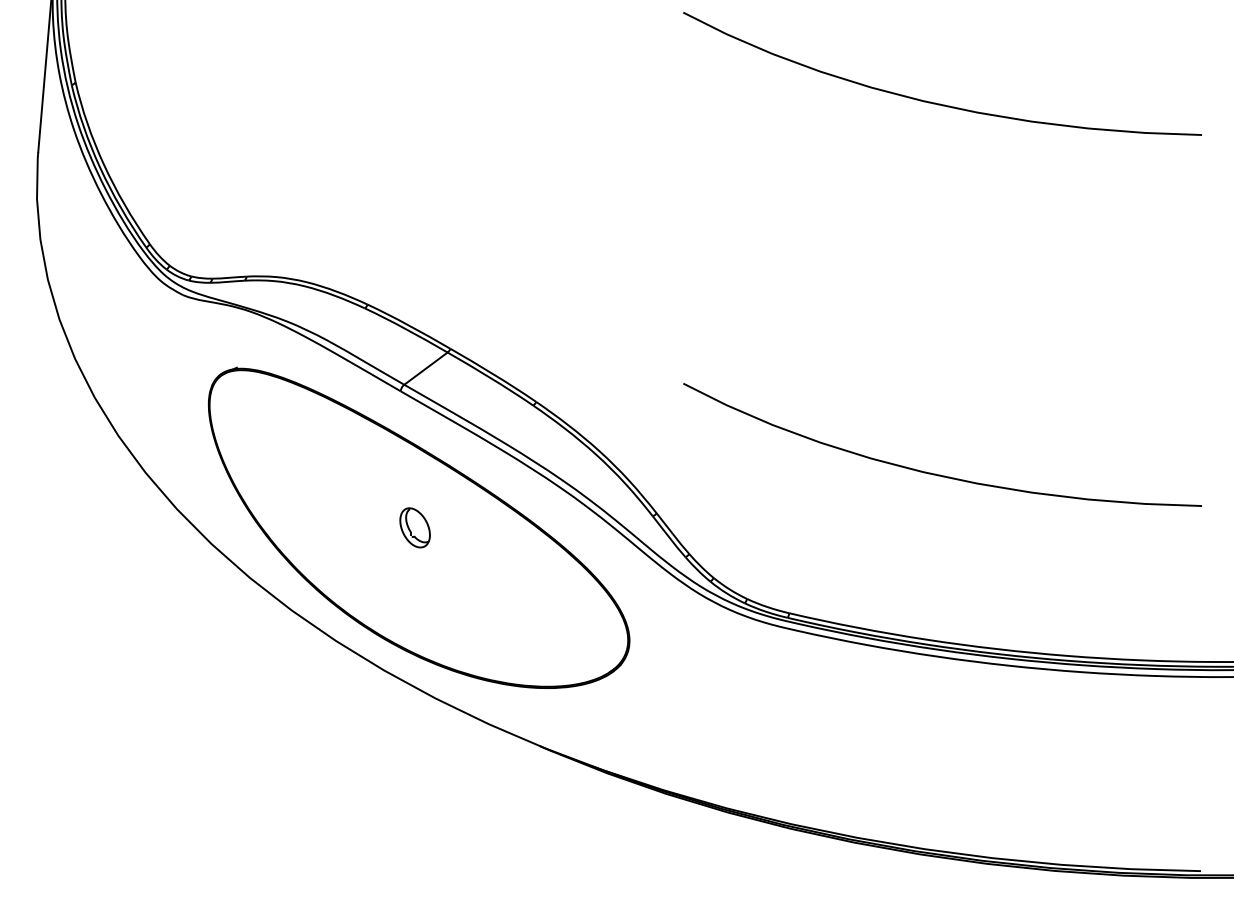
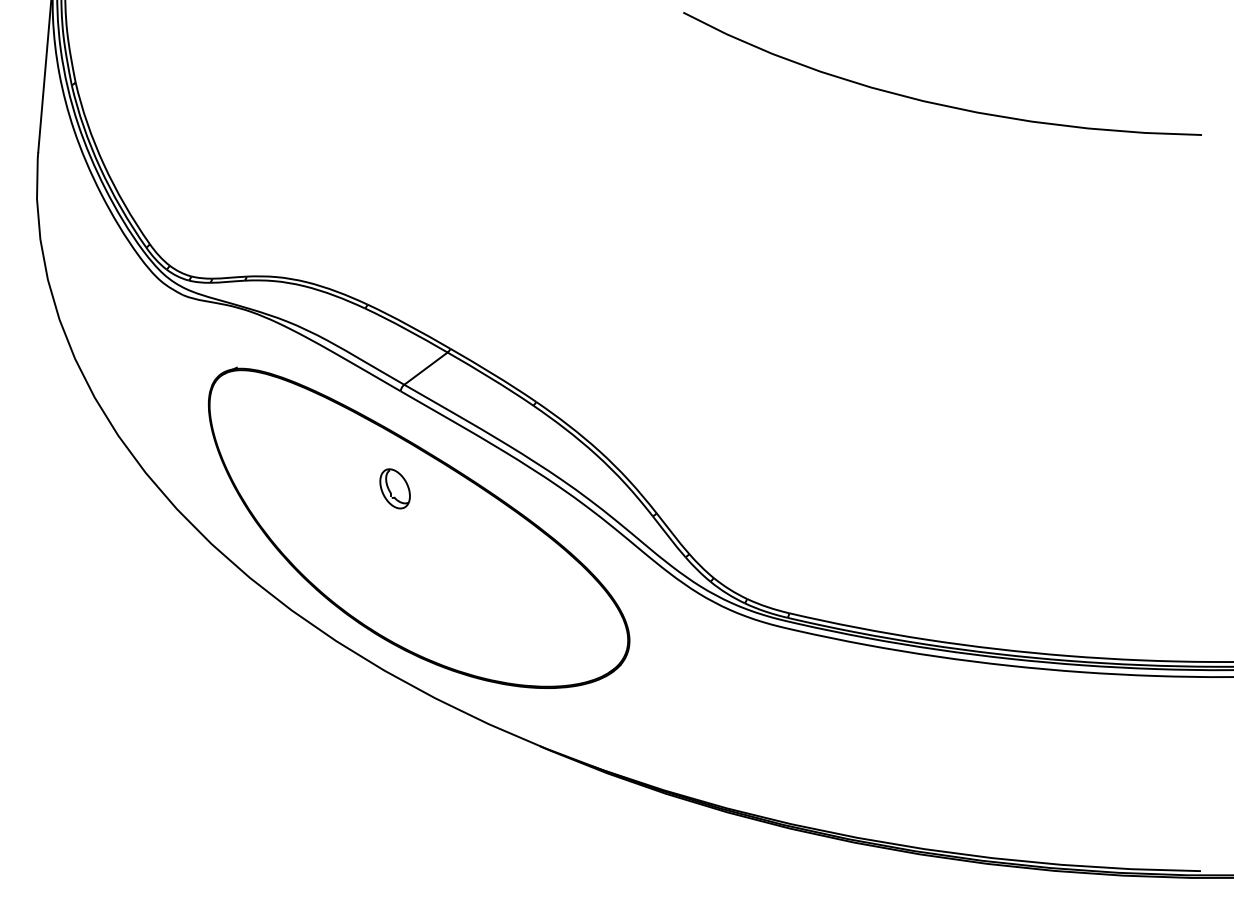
curve at (935, 473): present -> none
part at (414, 527) position: (414, 527) -> (394, 488)
